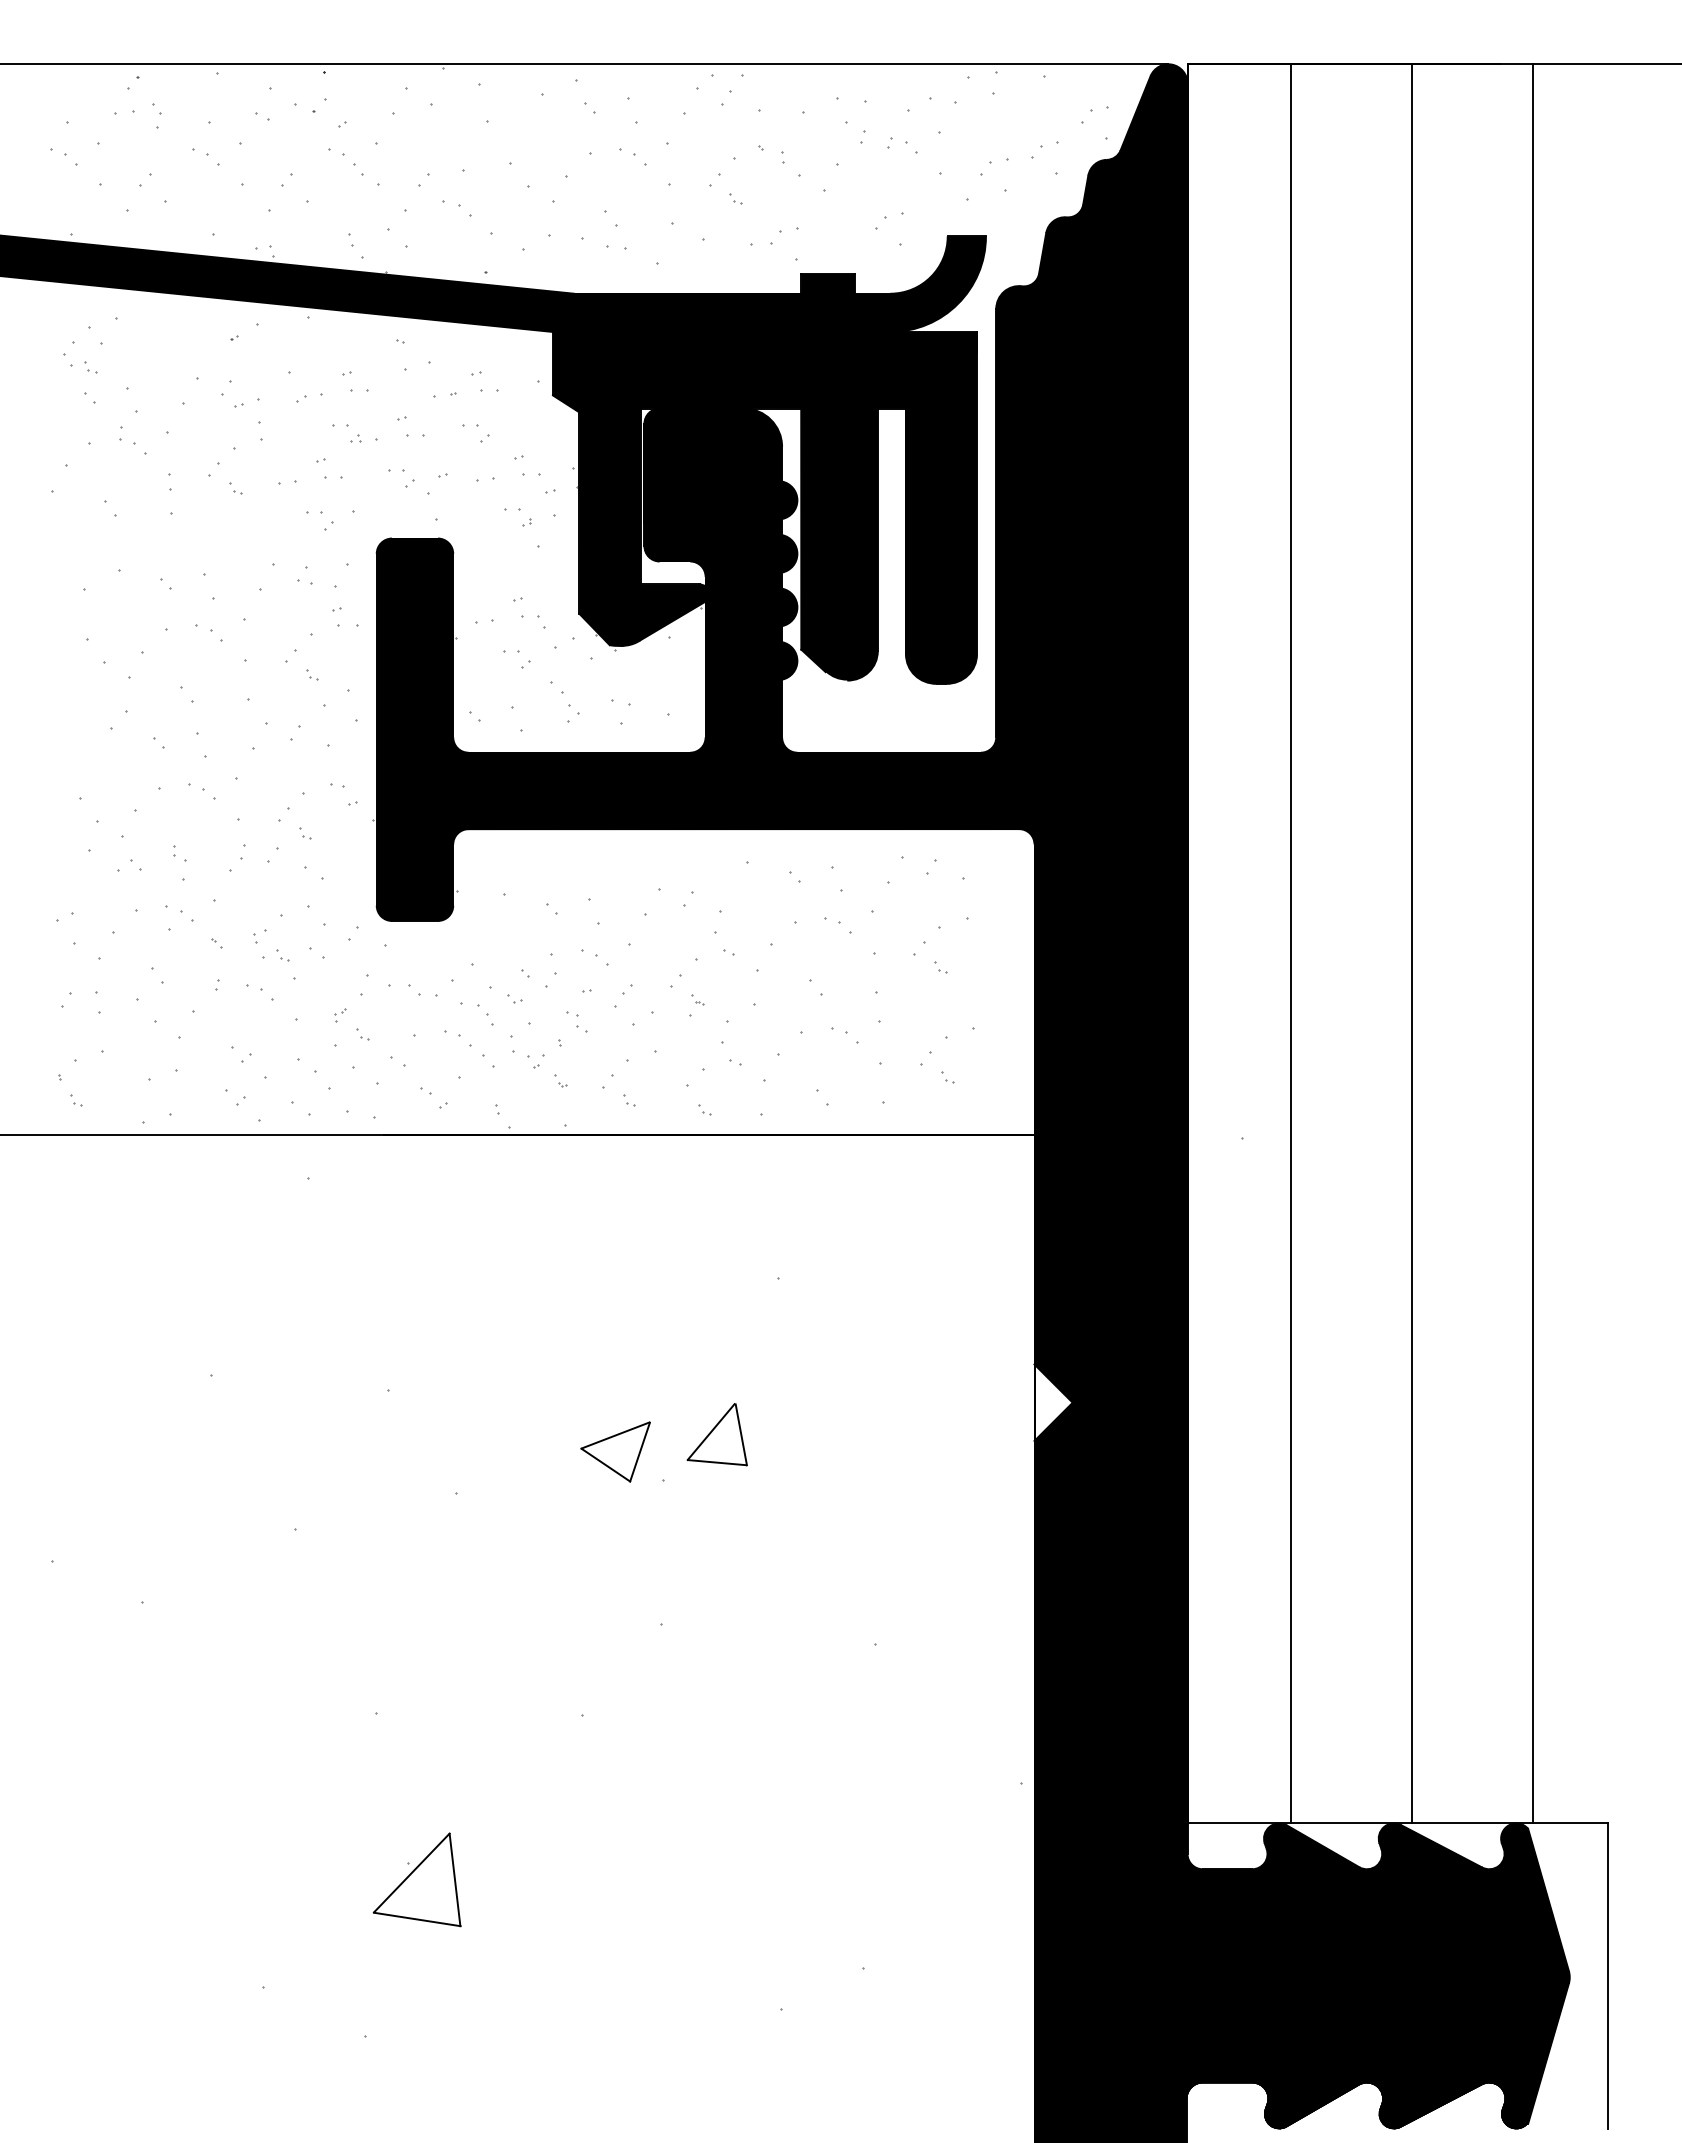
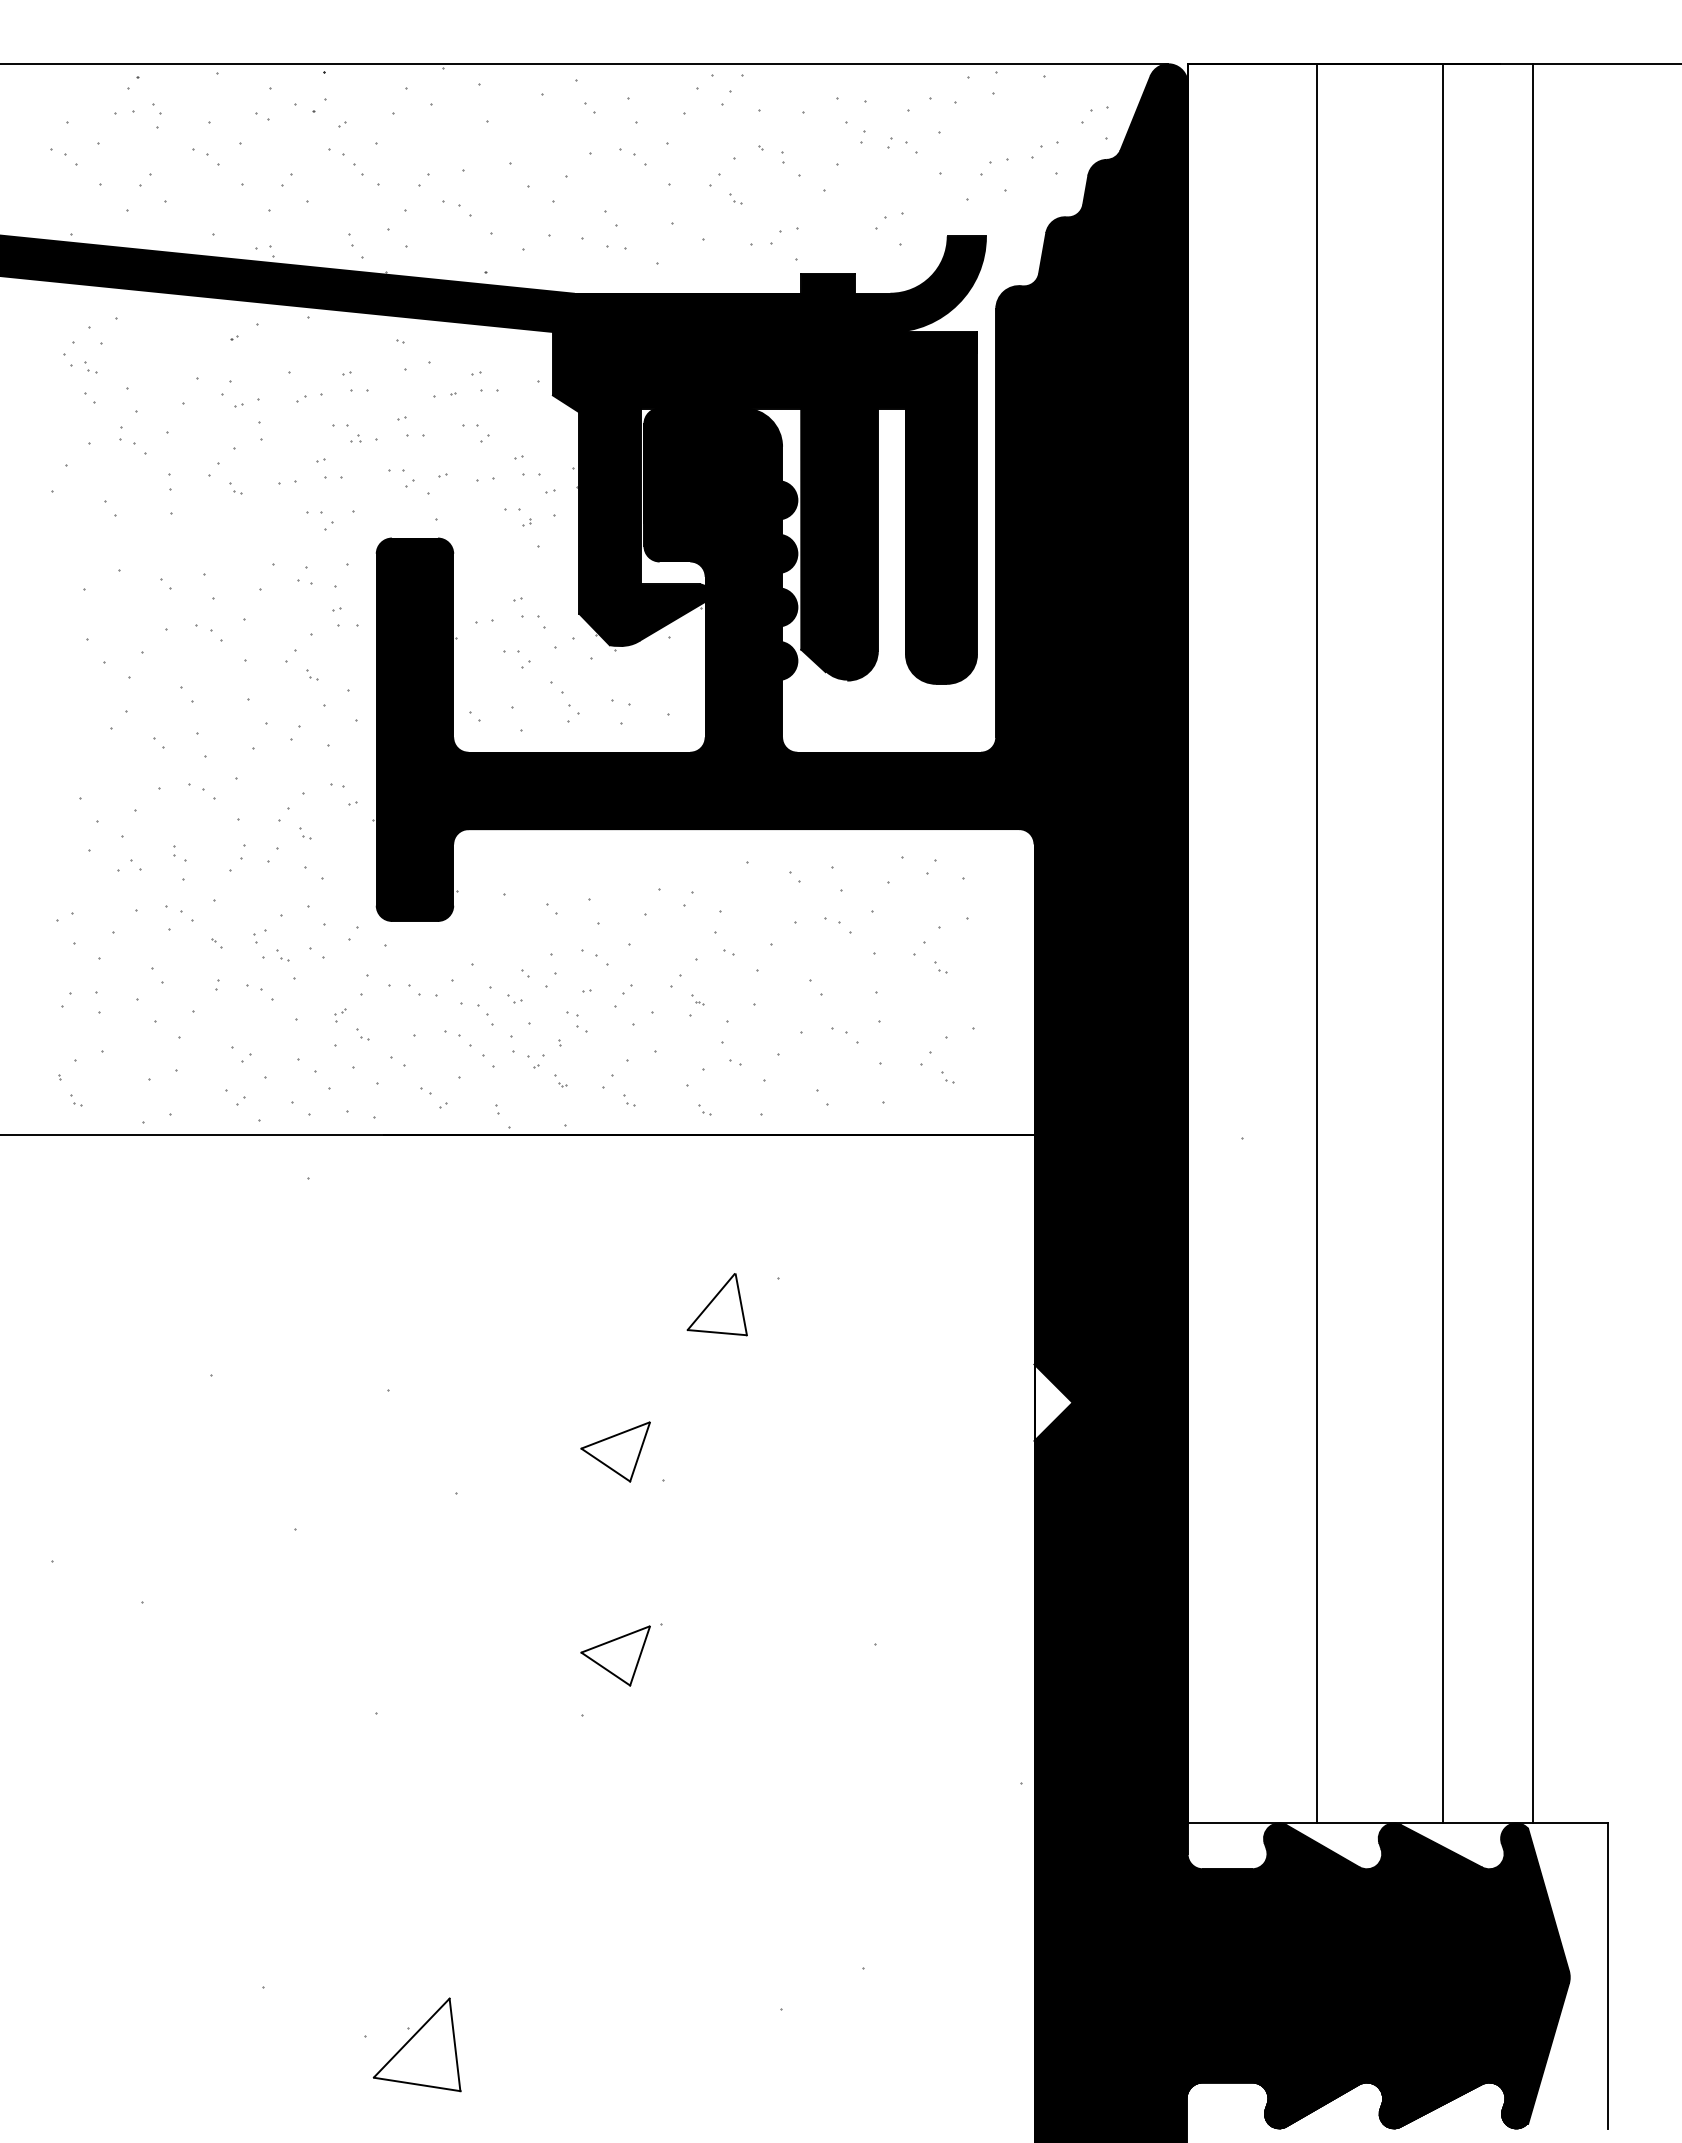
line at (1290, 943) position: (1290, 943) -> (1316, 943)
line at (1411, 943) position: (1411, 943) -> (1442, 943)
part at (716, 1434) position: (716, 1434) -> (716, 1304)
part at (615, 1655): none -> present
part at (416, 1879) position: (416, 1879) -> (416, 2044)
